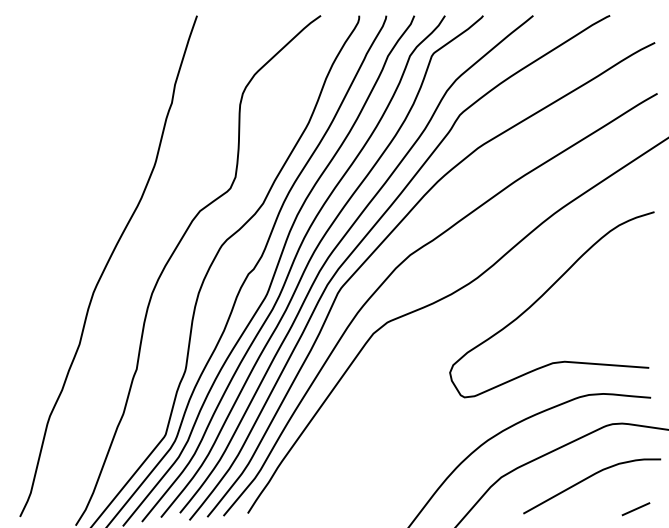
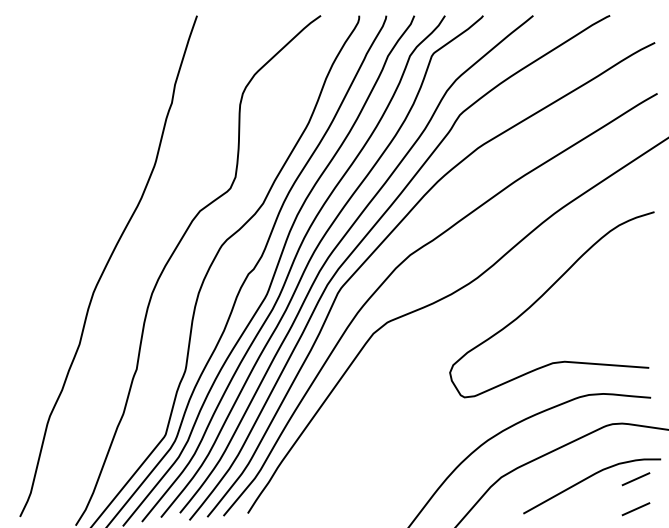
line at (635, 479): none -> present
